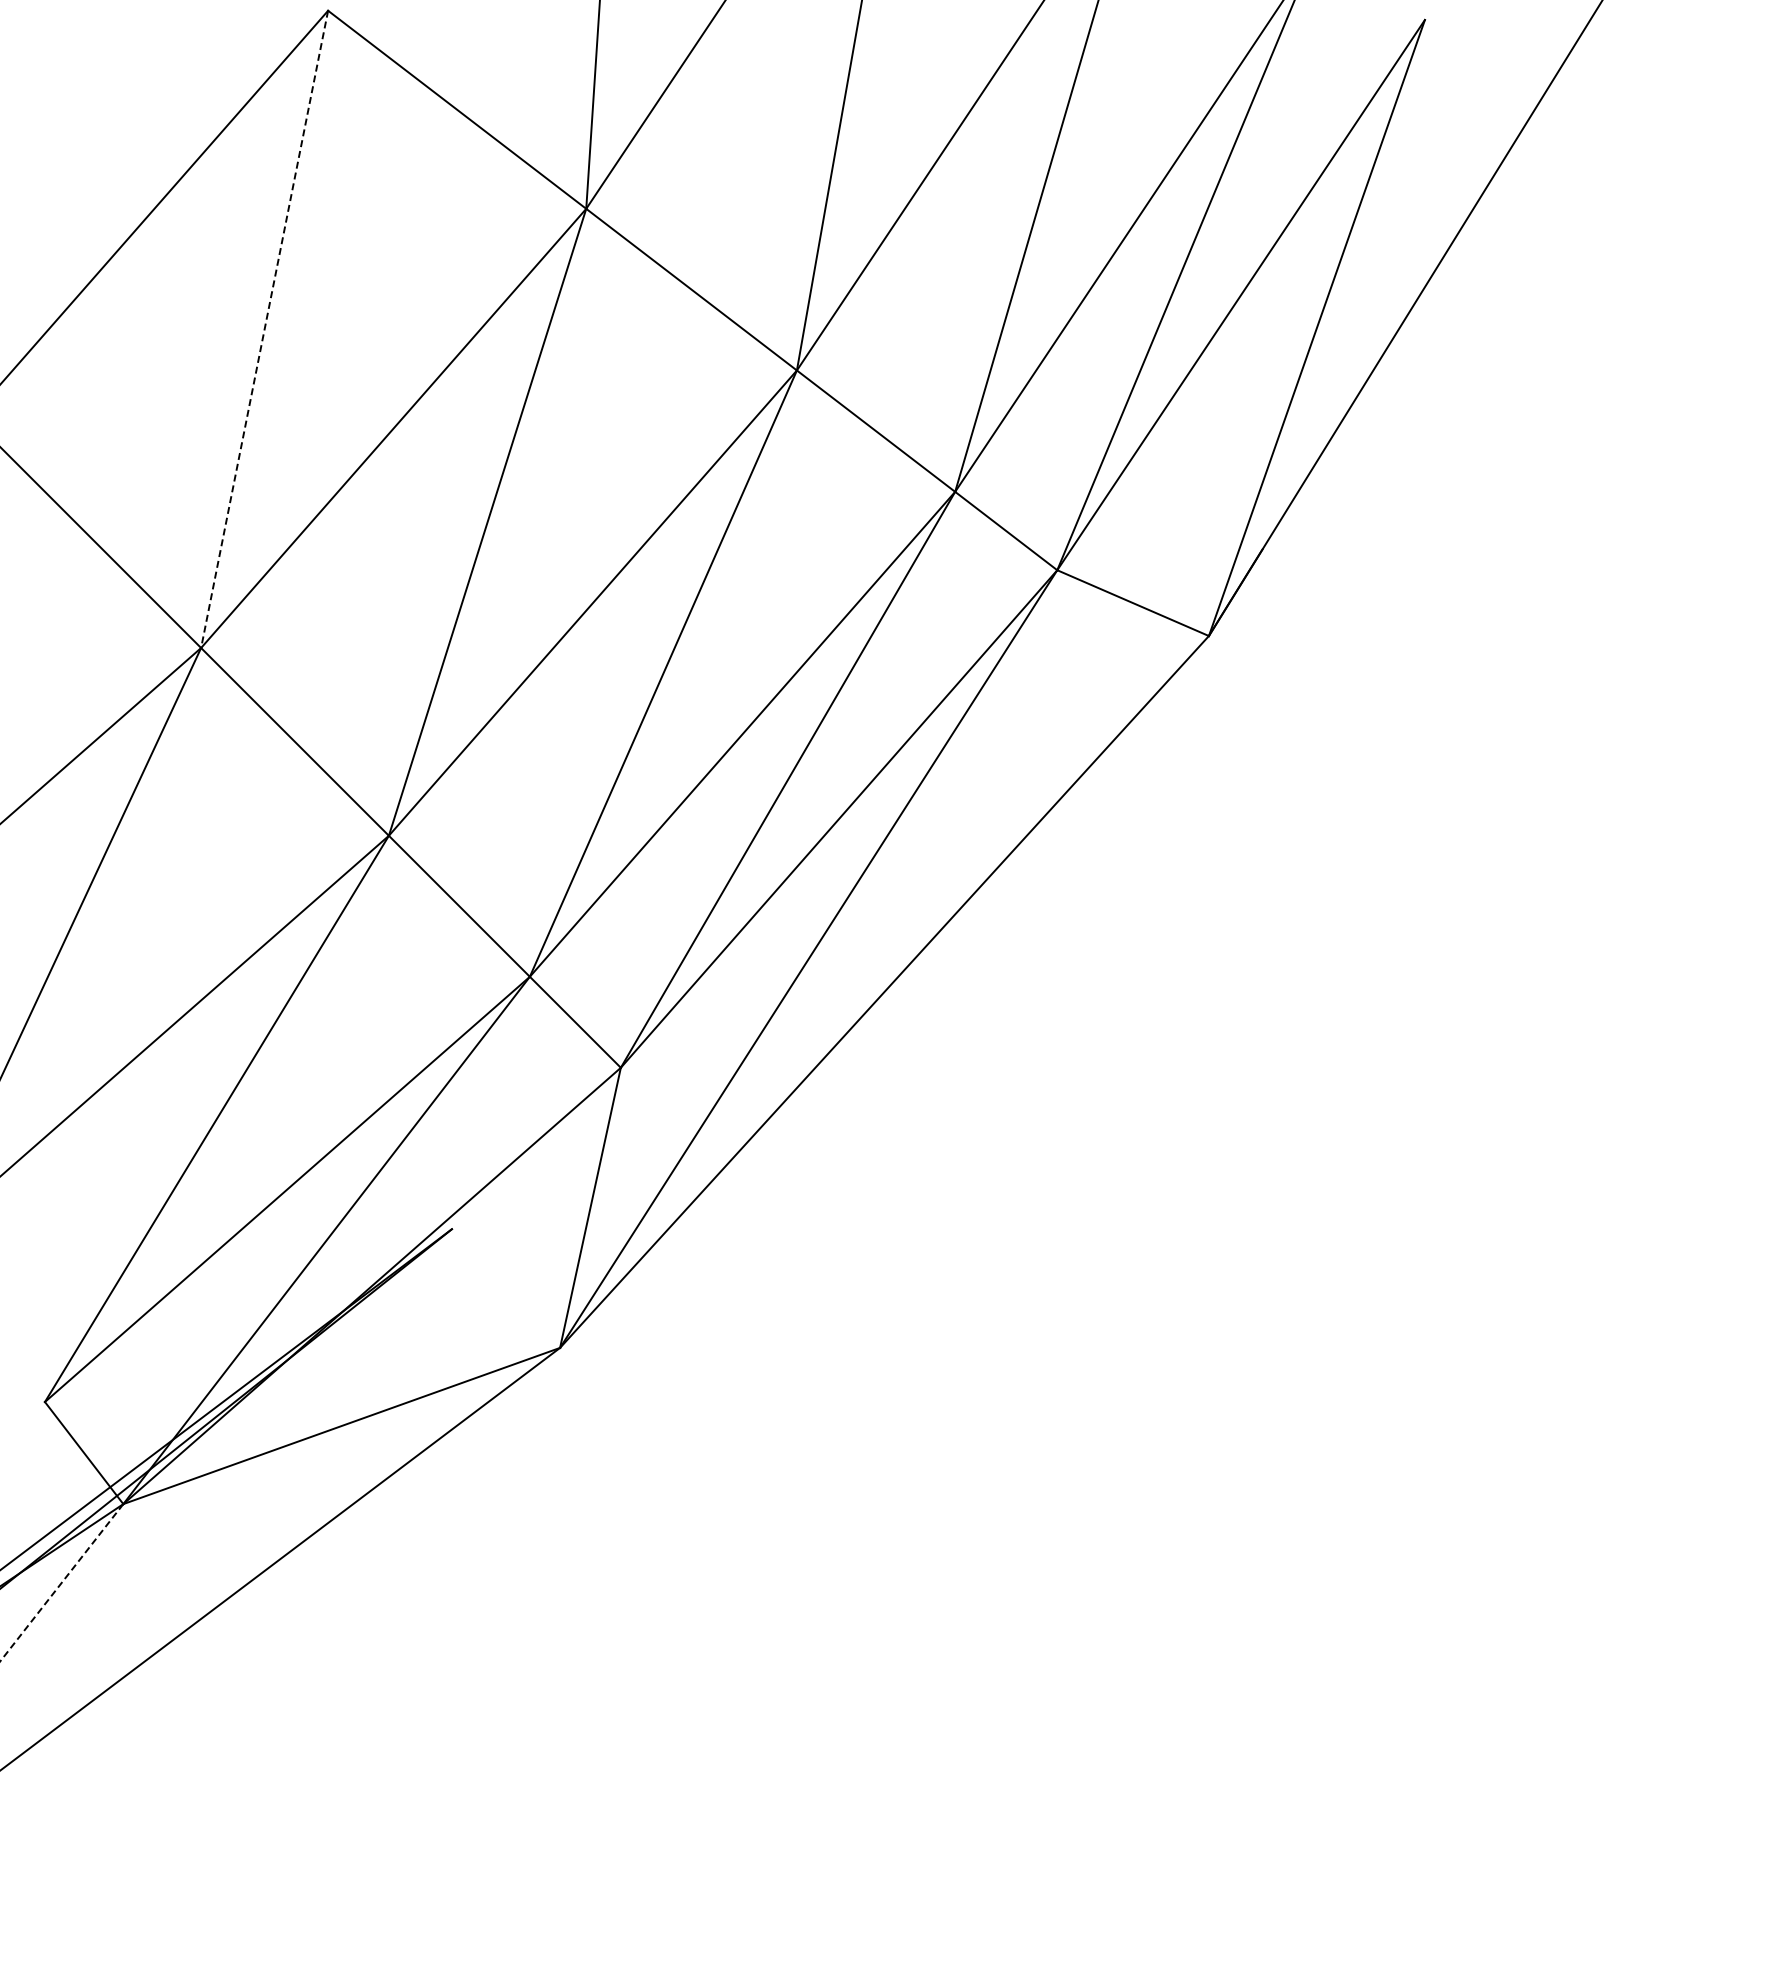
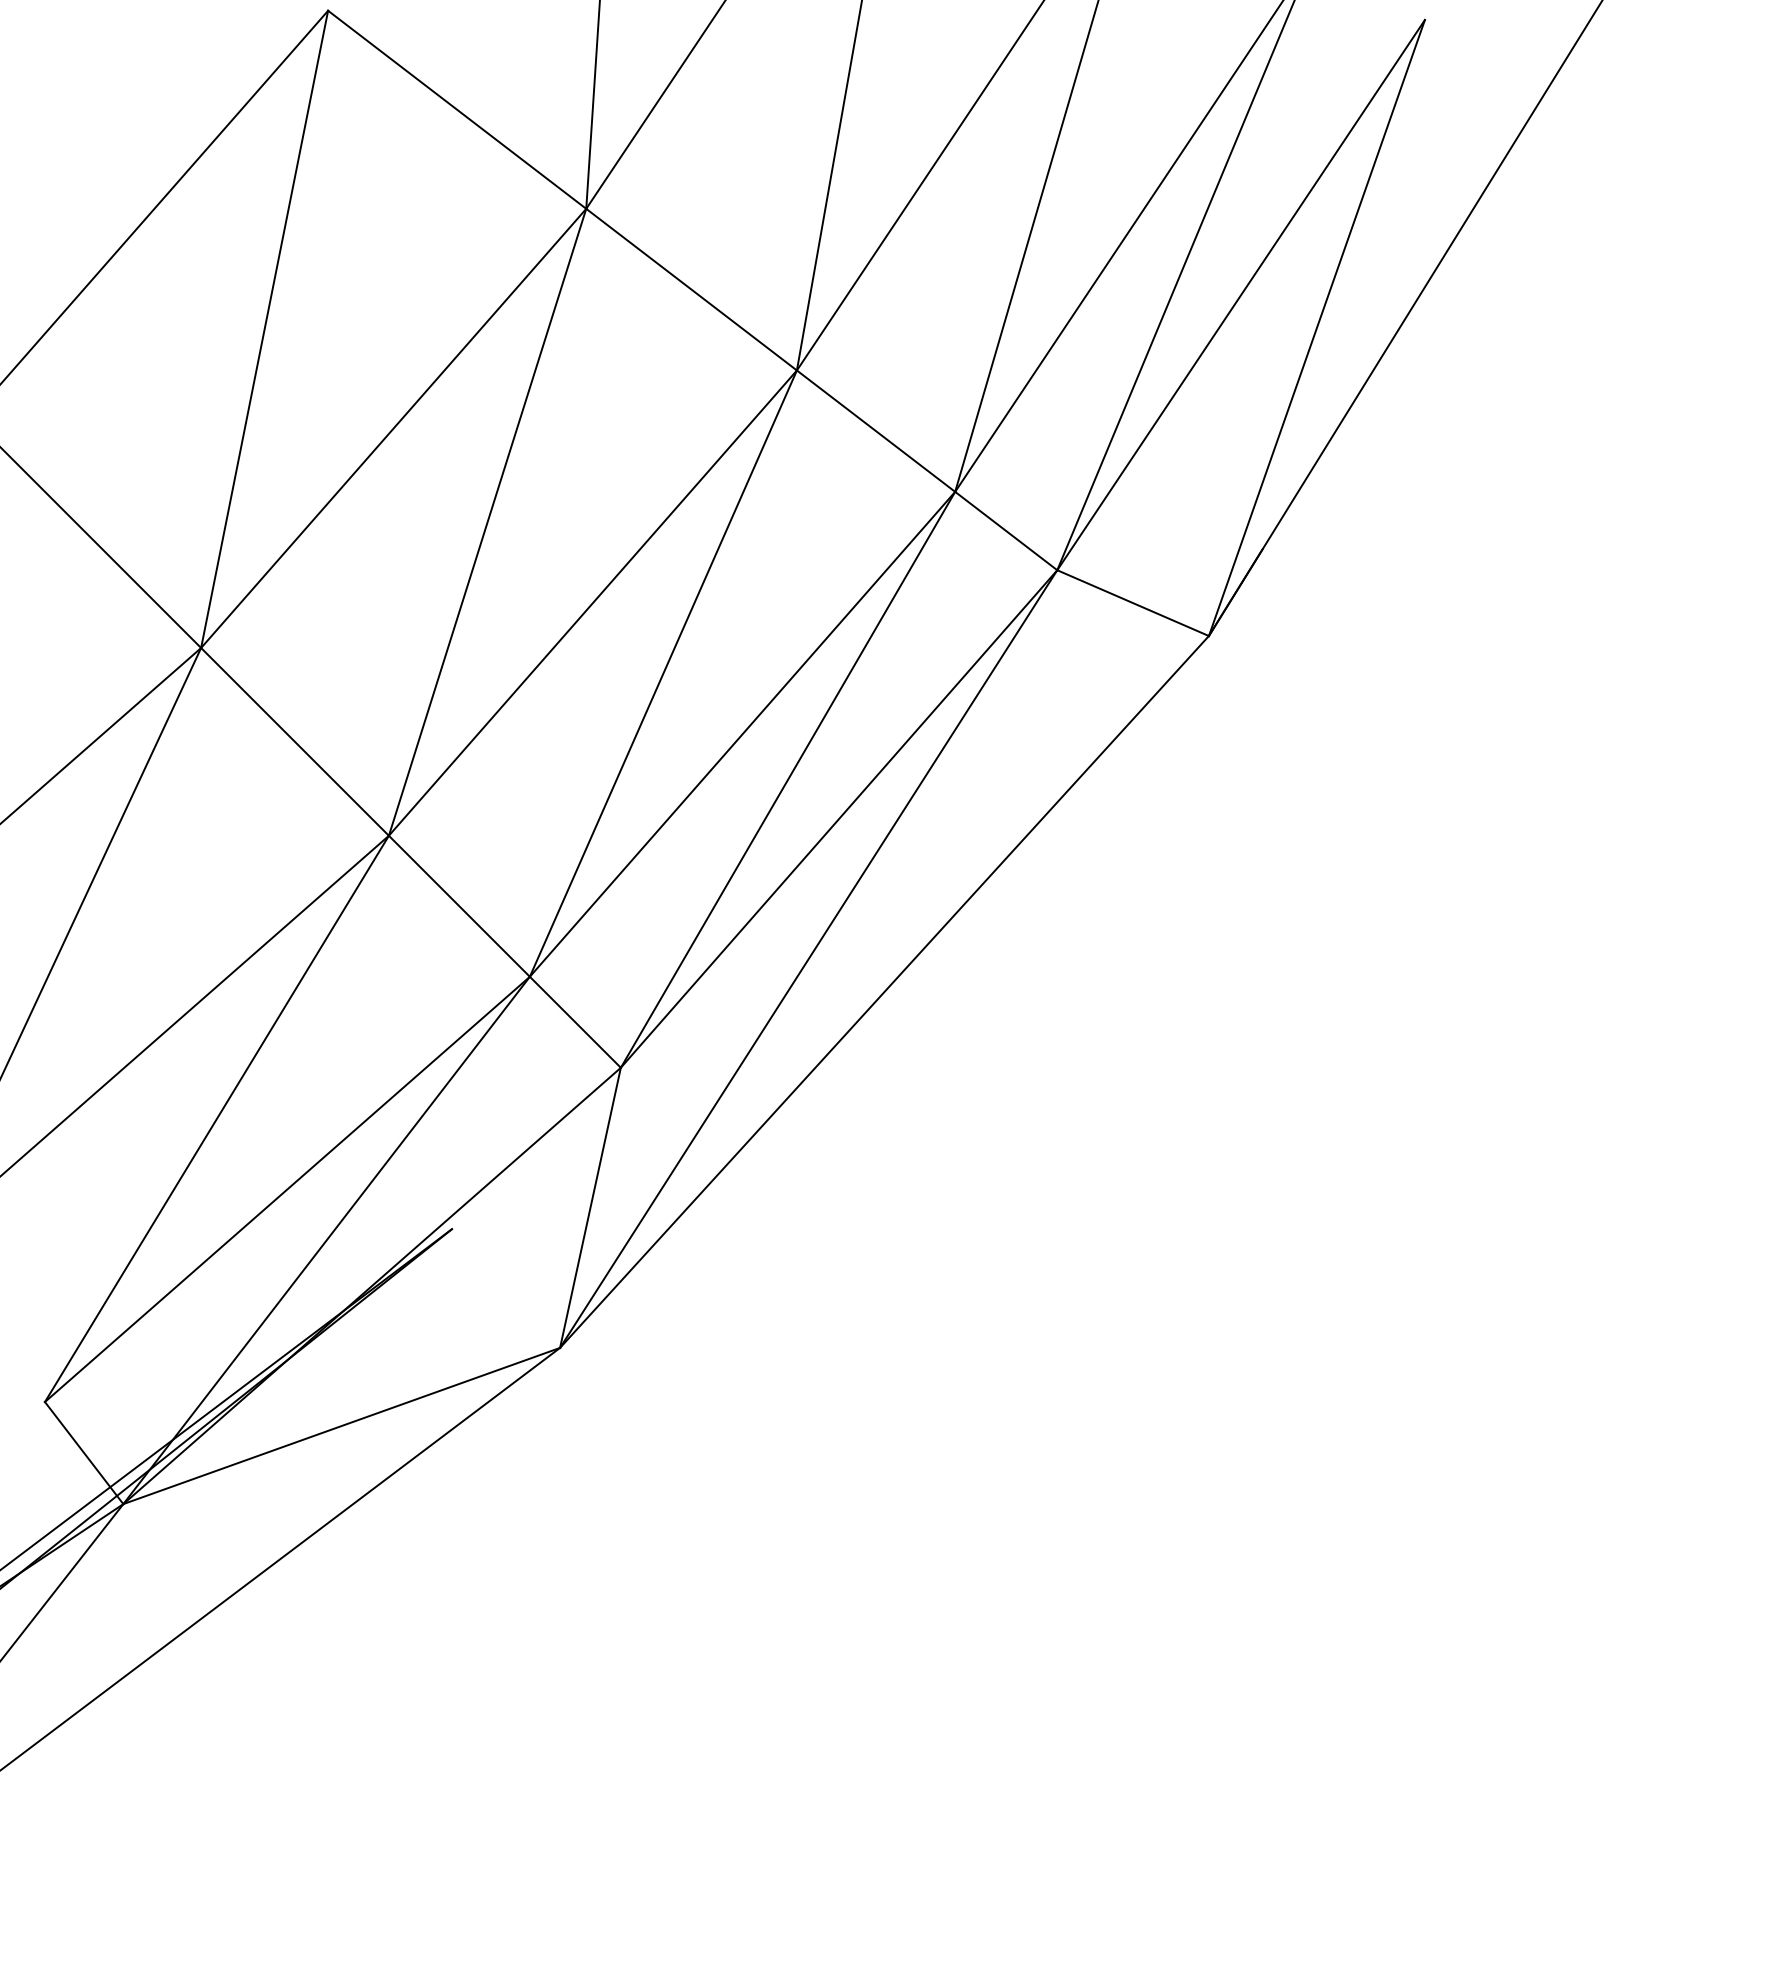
line at (264, 329): dashed -> solid
line at (61, 1582): dashed -> solid
